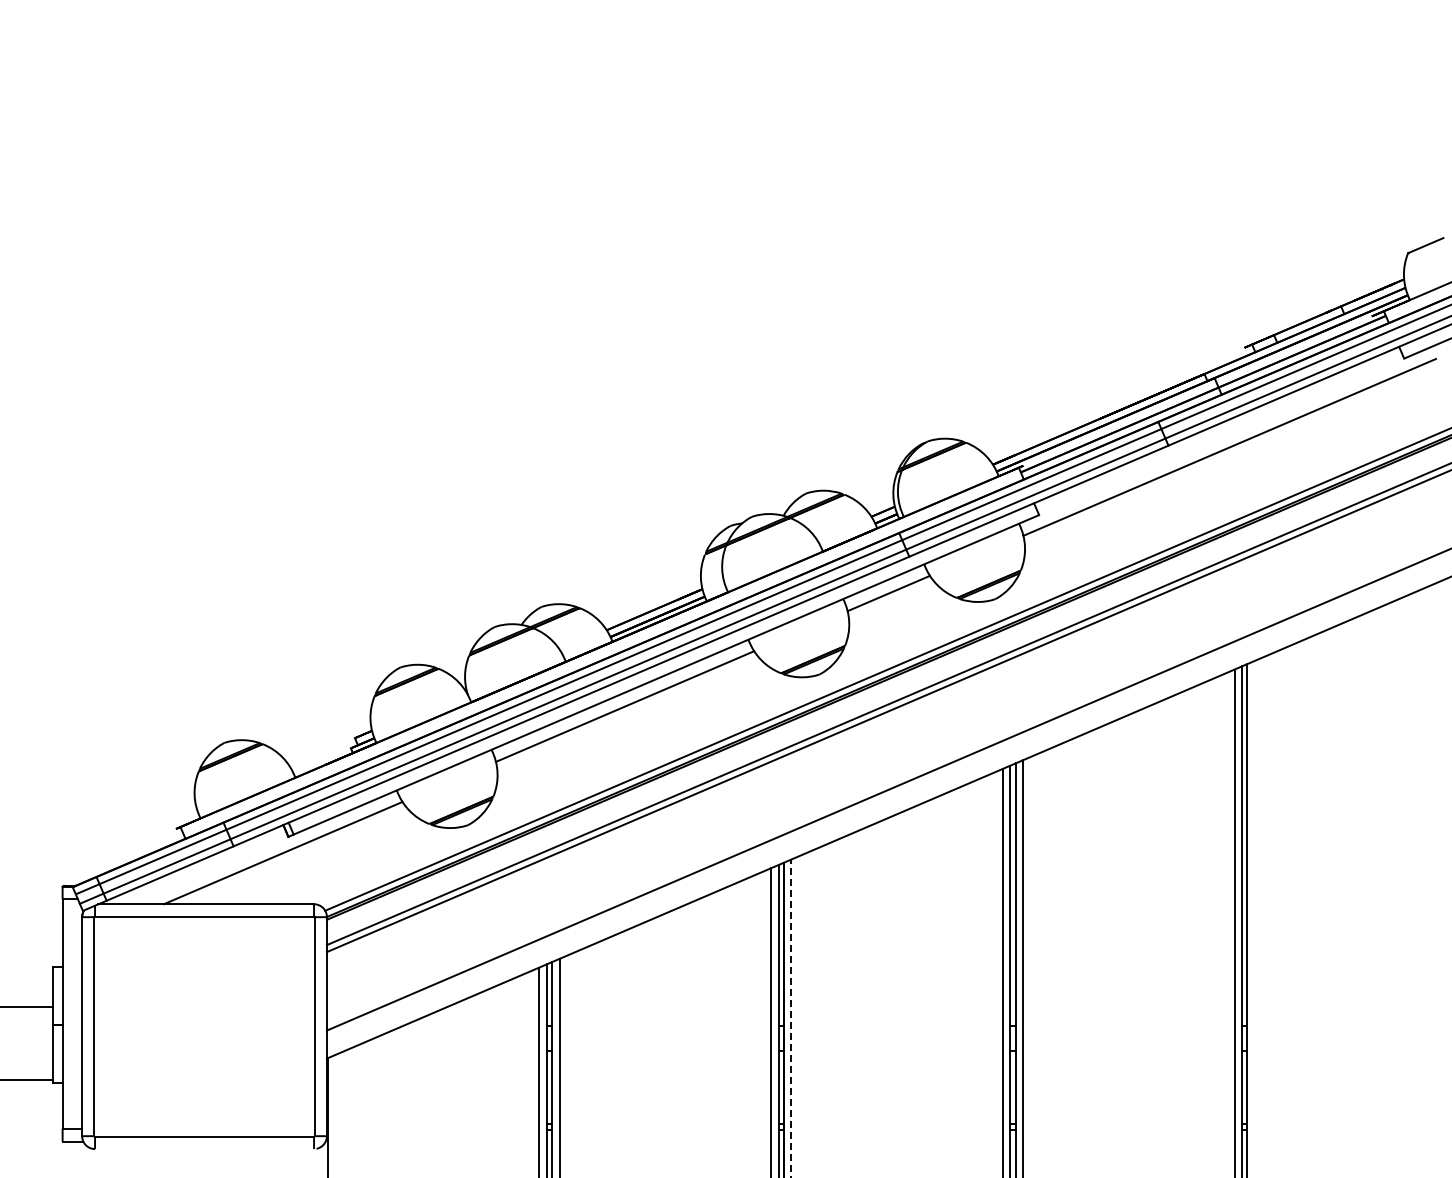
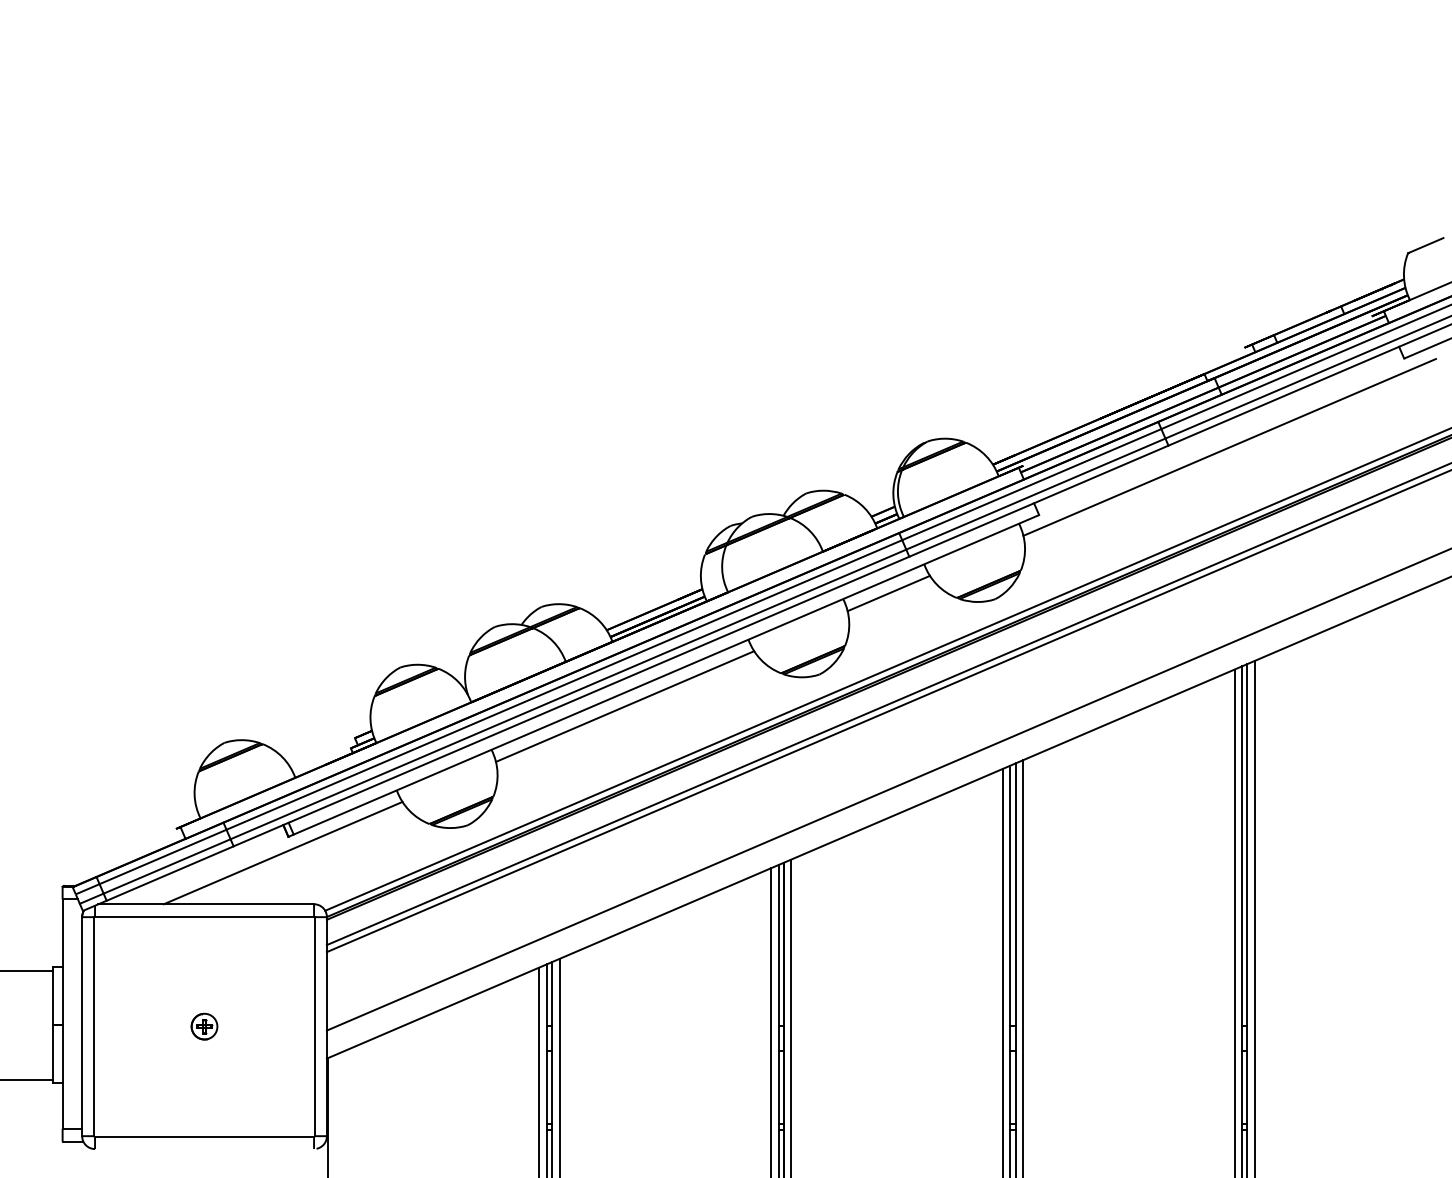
line at (1255, 917): none -> present
line at (27, 1006) position: (27, 1006) -> (27, 970)
line at (791, 1018): dashed -> solid
part at (204, 1026): none -> present
